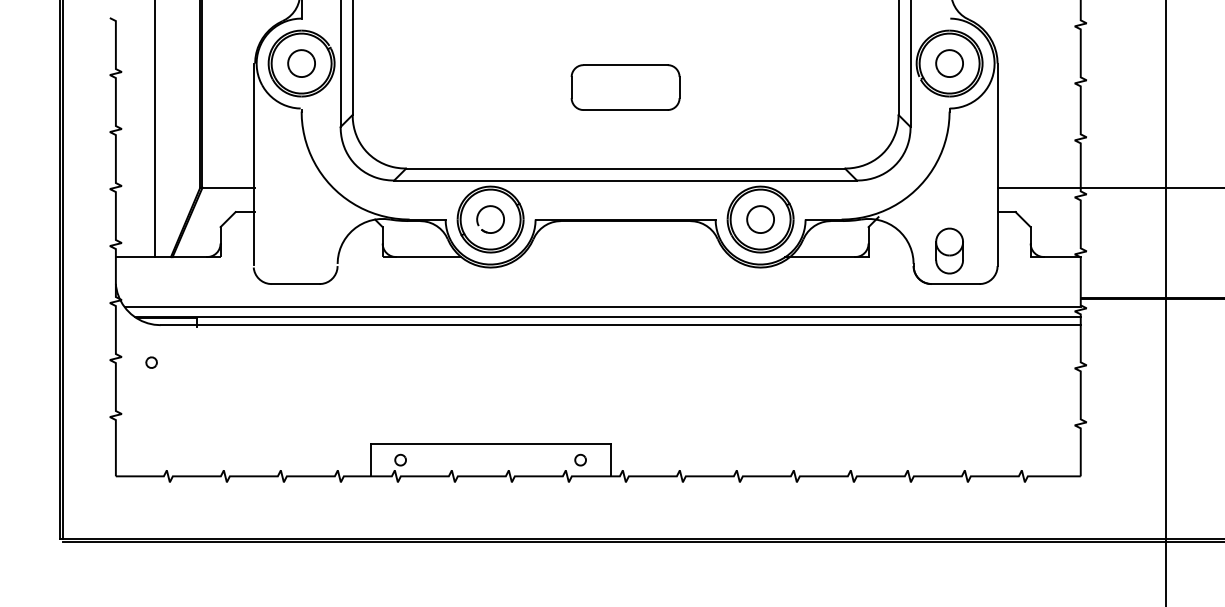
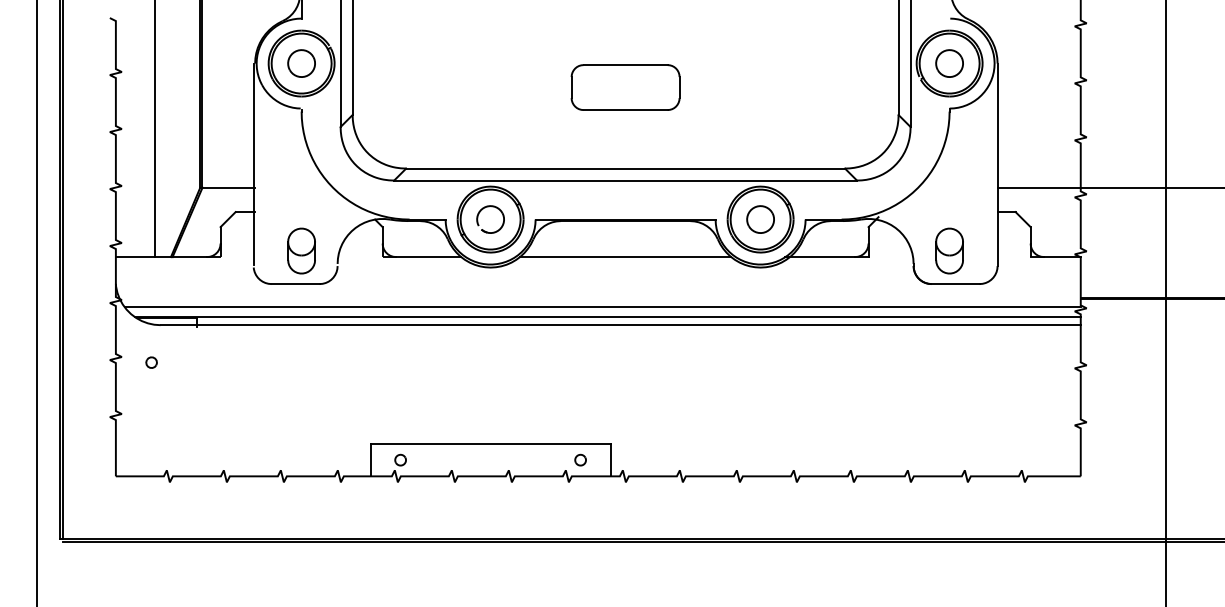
part at (301, 250): none -> present
line at (625, 257): none -> present
line at (36, 302): none -> present
